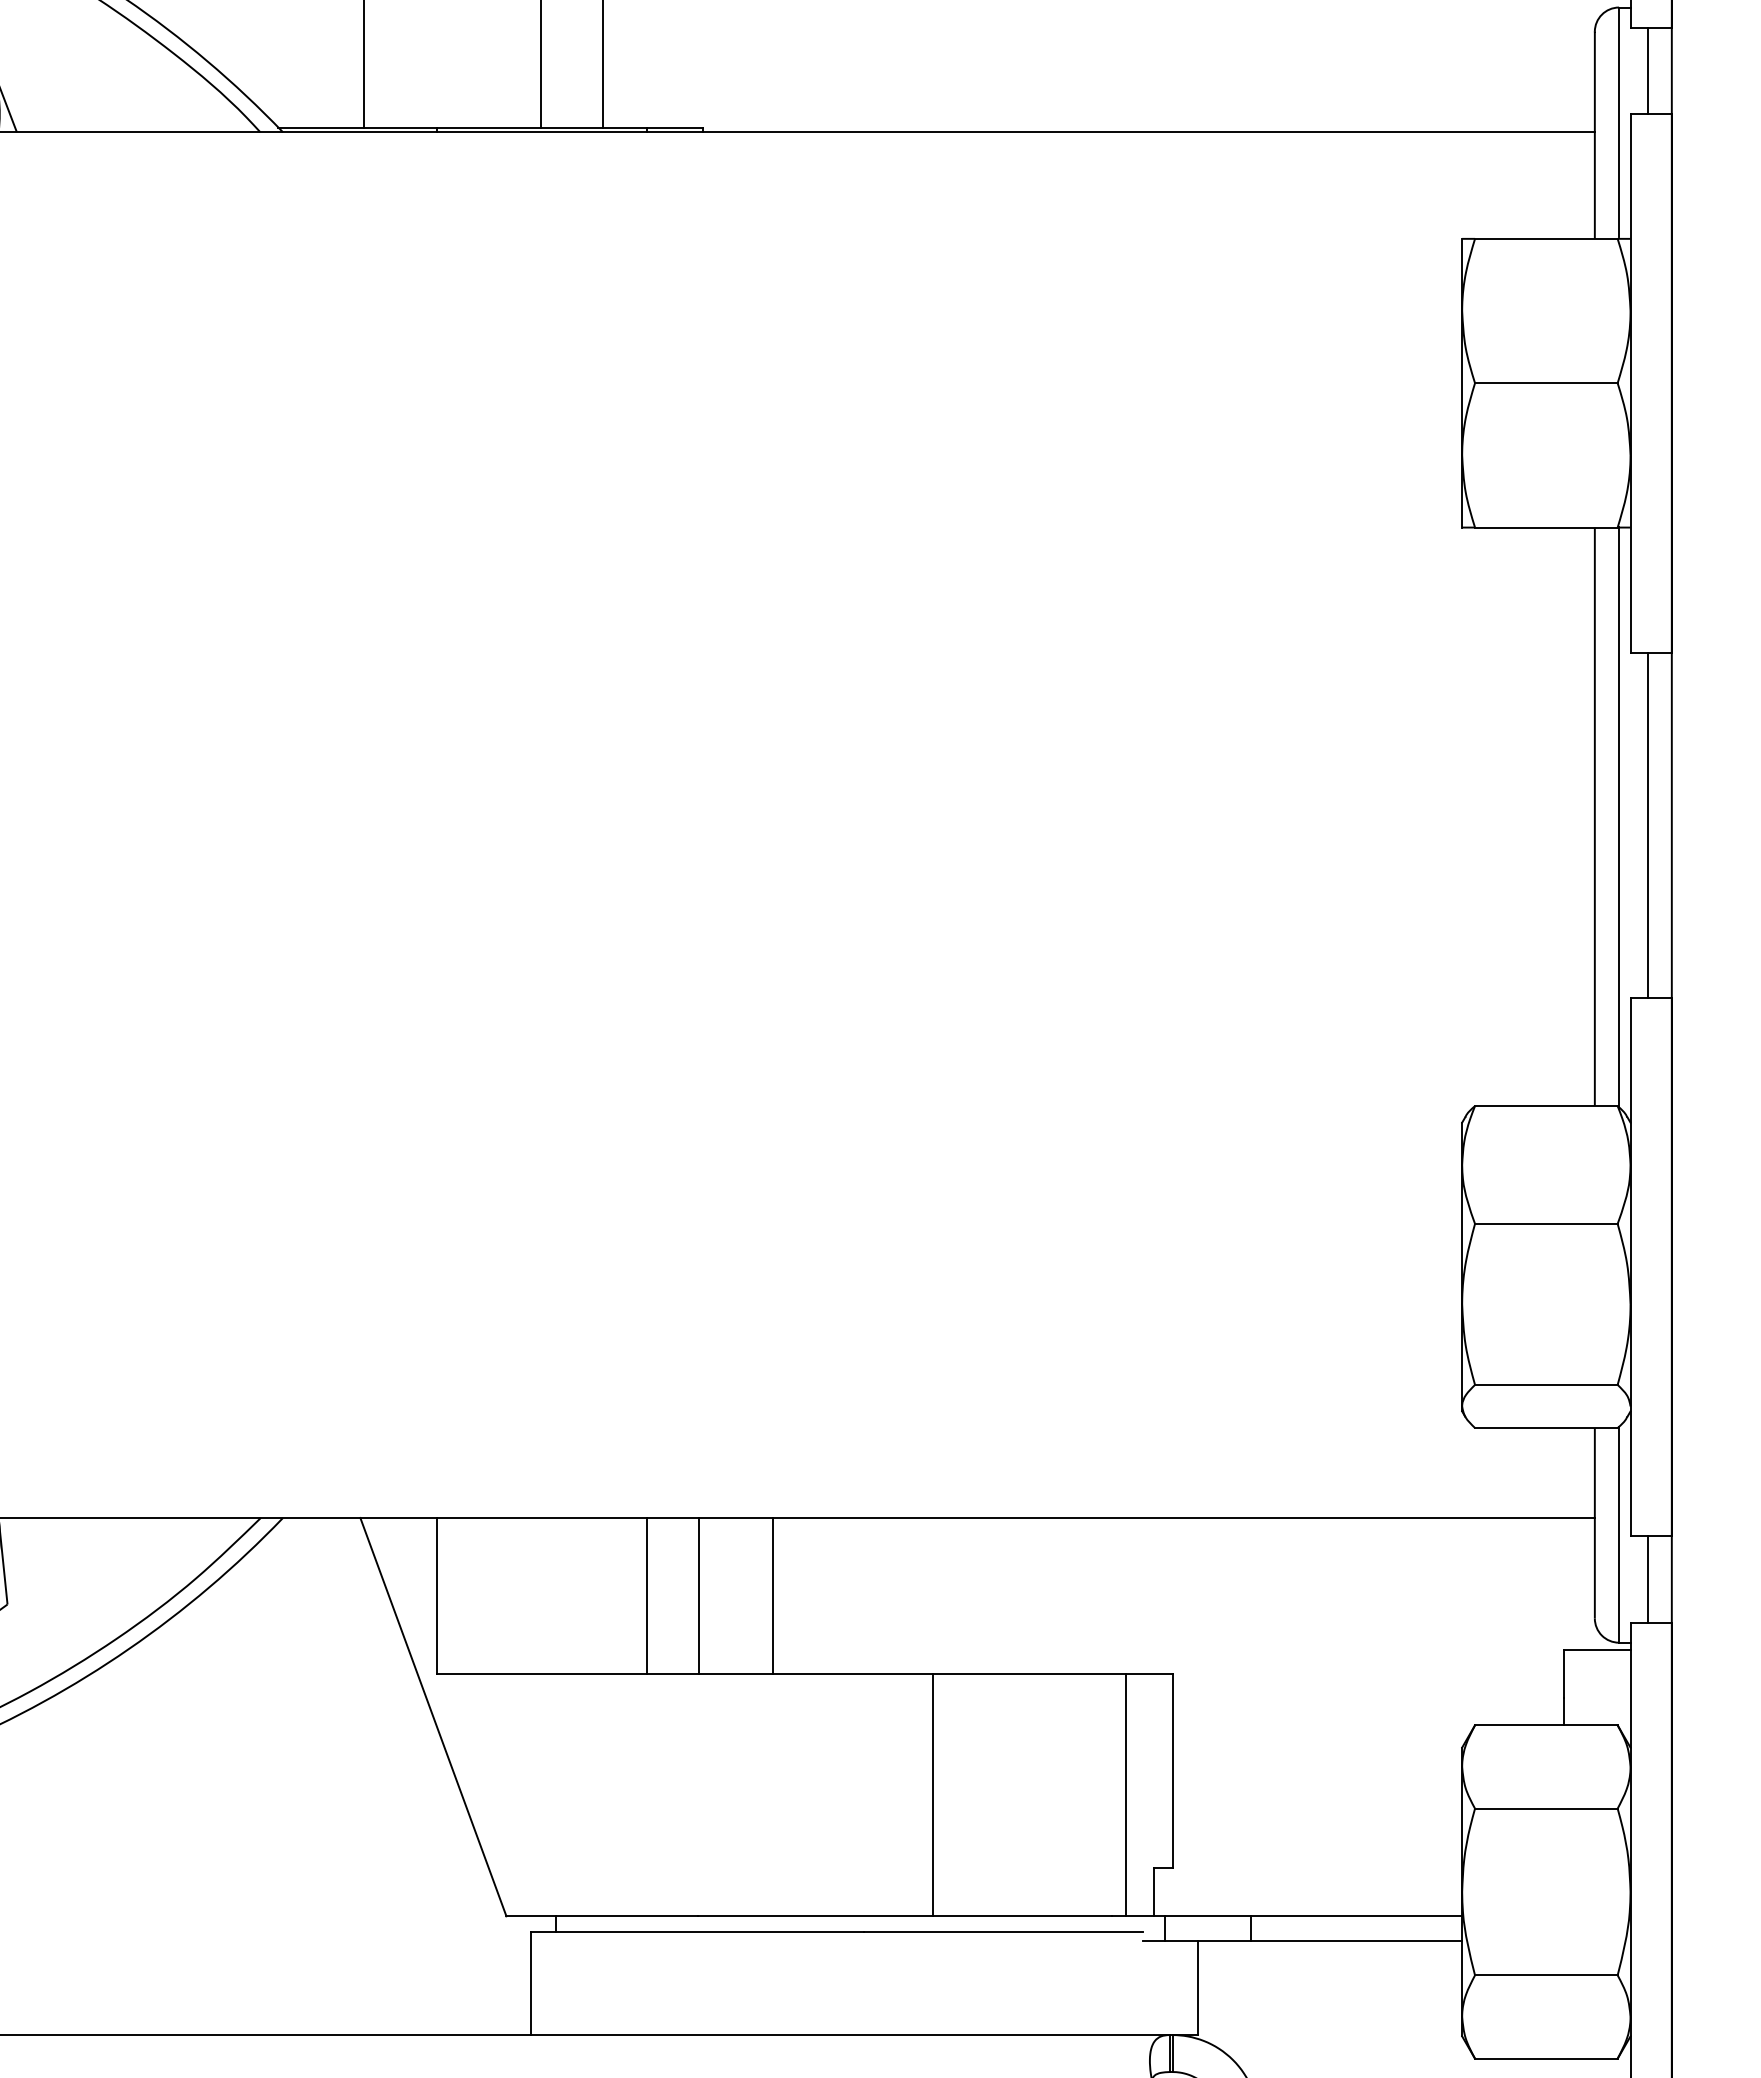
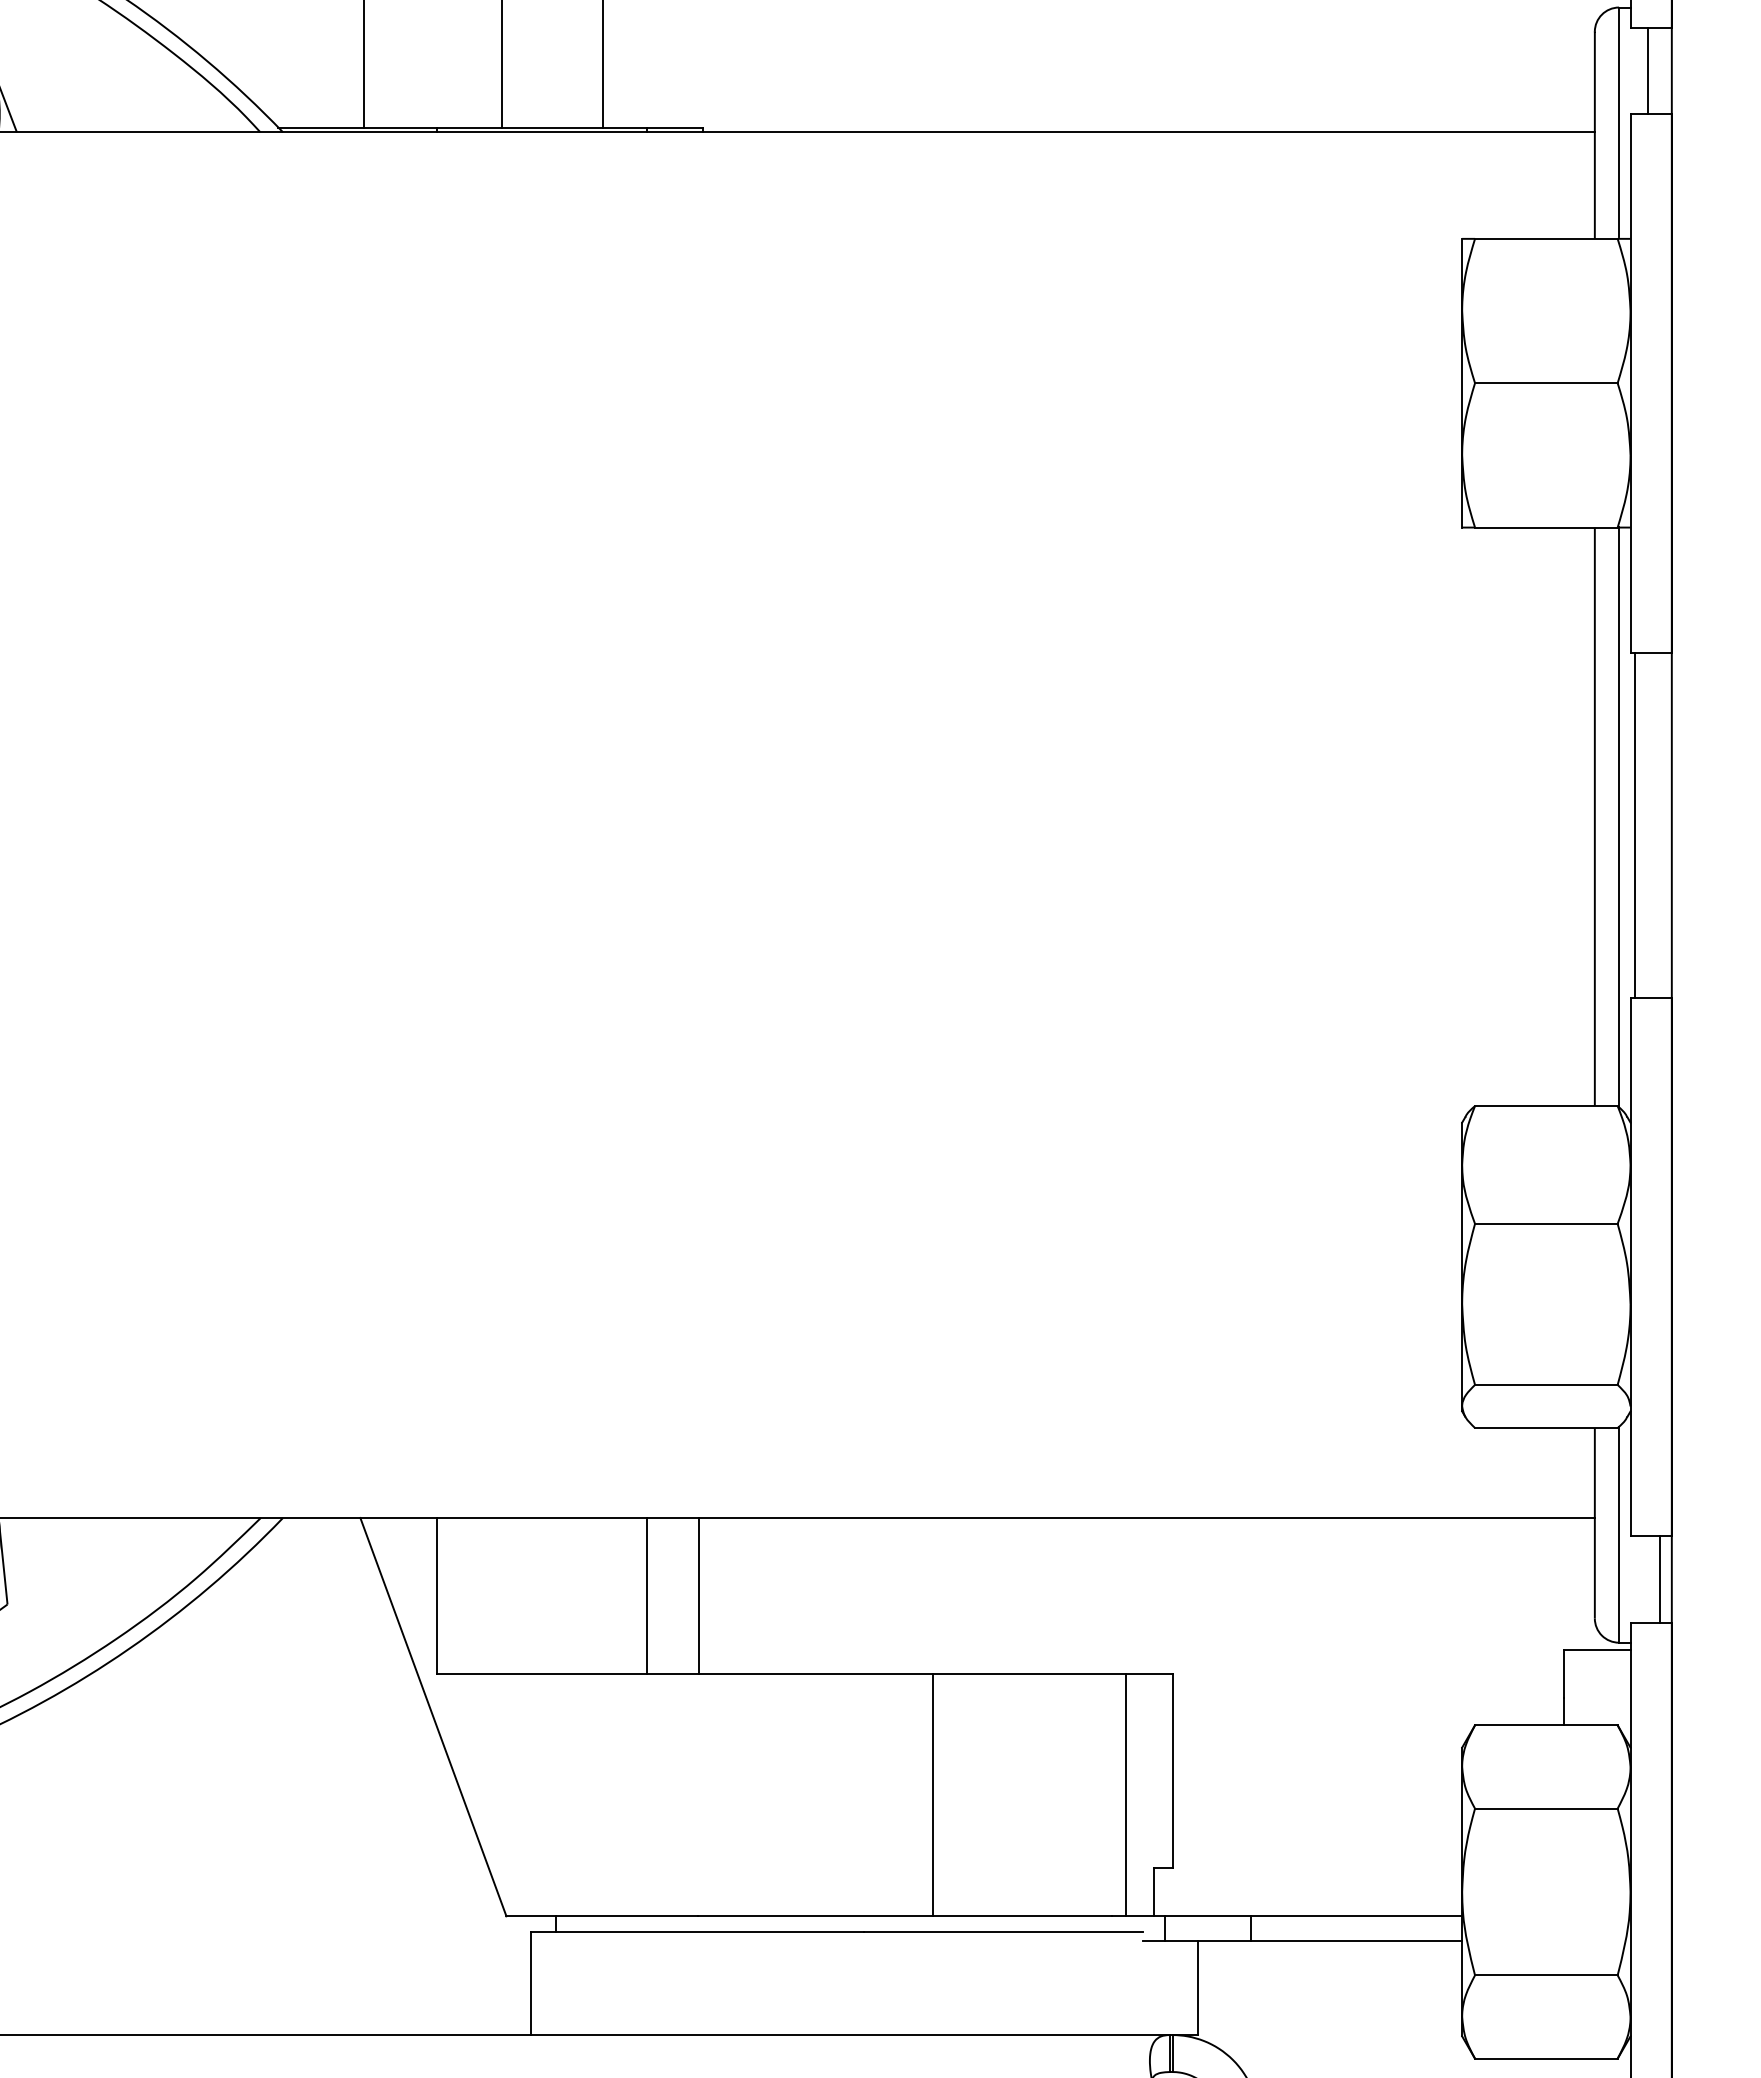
line at (540, 65) position: (540, 65) -> (501, 65)
line at (1647, 824) position: (1647, 824) -> (1634, 824)
line at (1647, 1579) position: (1647, 1579) -> (1659, 1579)
line at (773, 1595): present -> none
